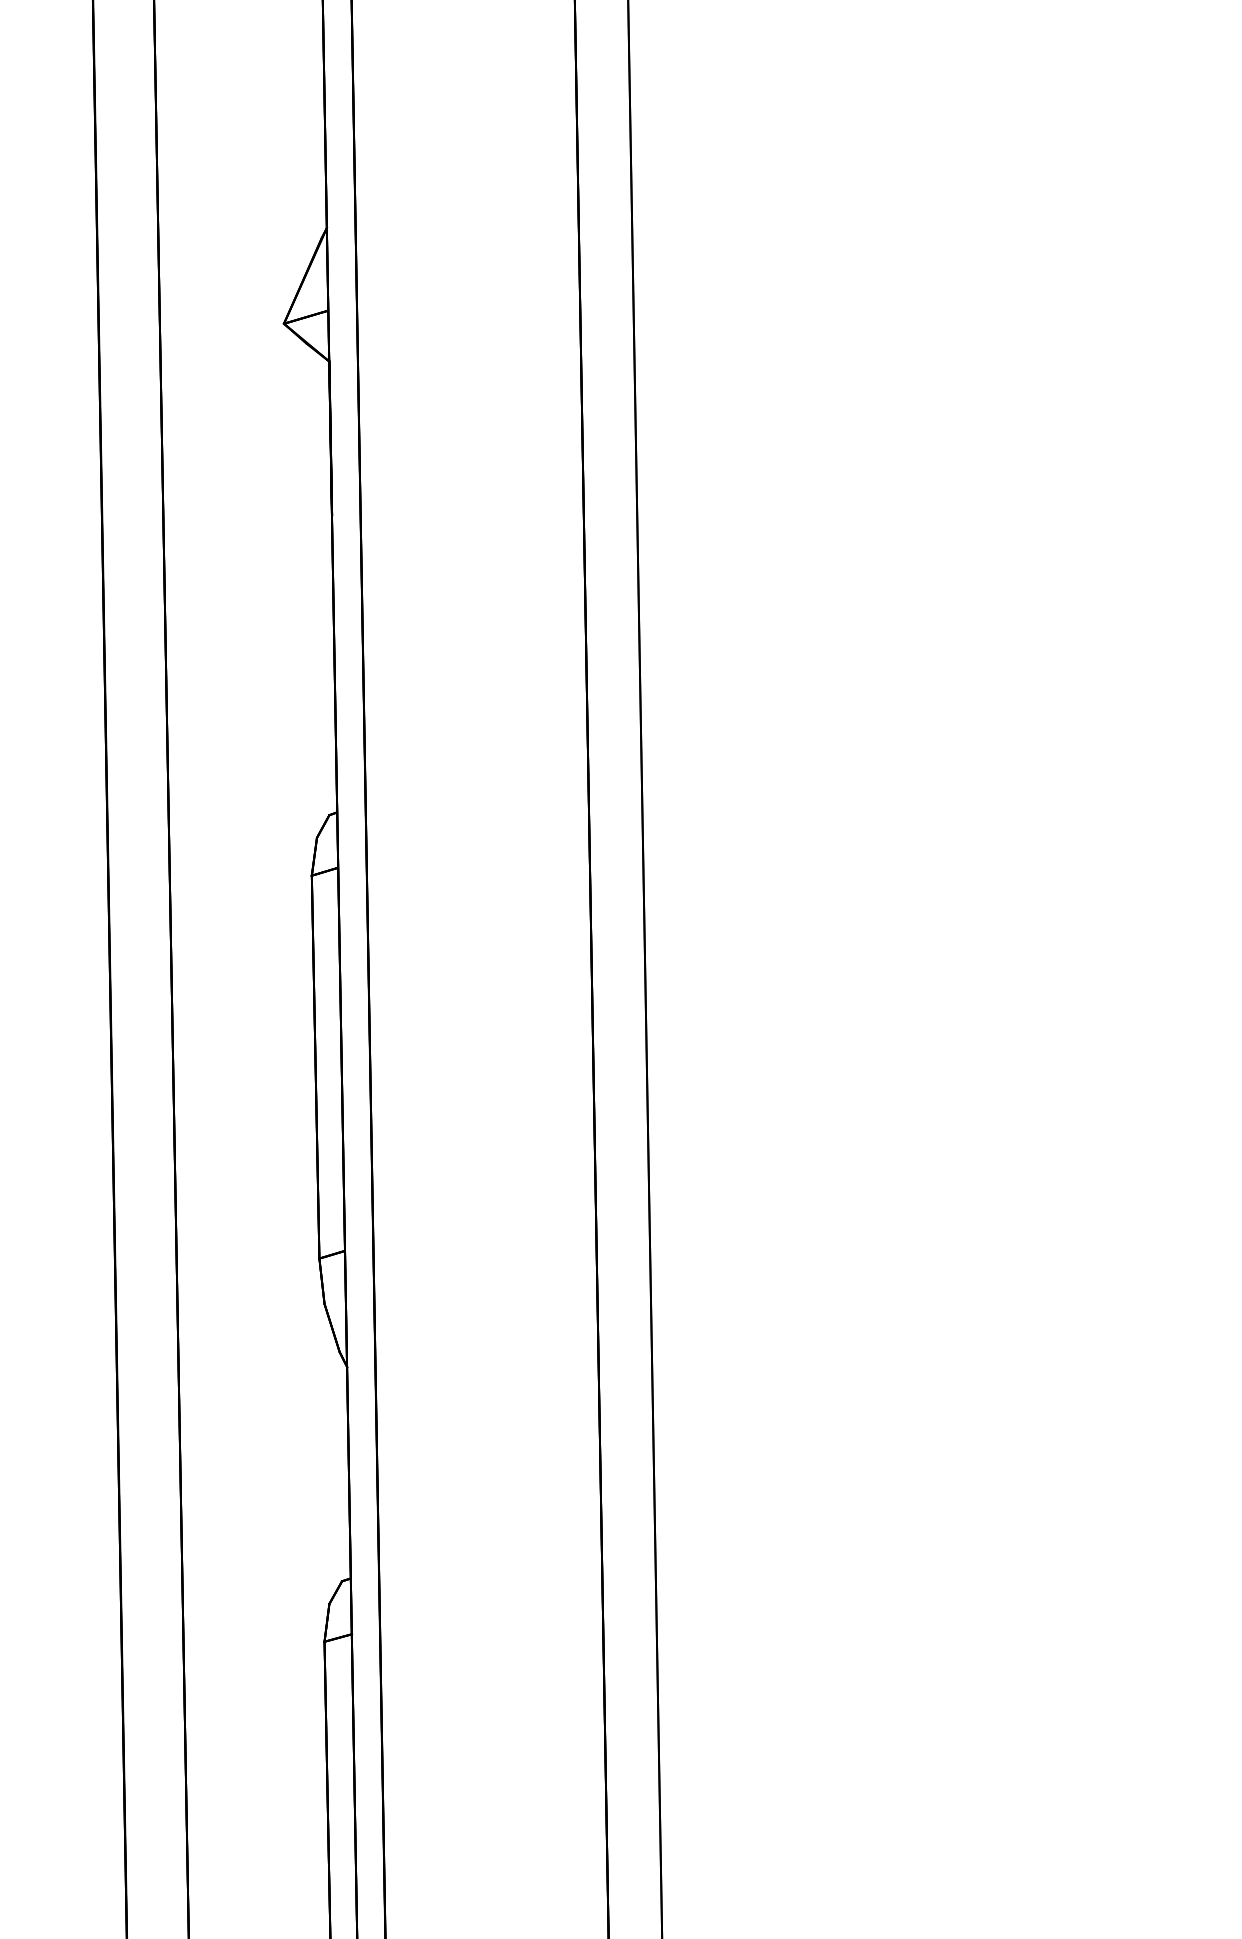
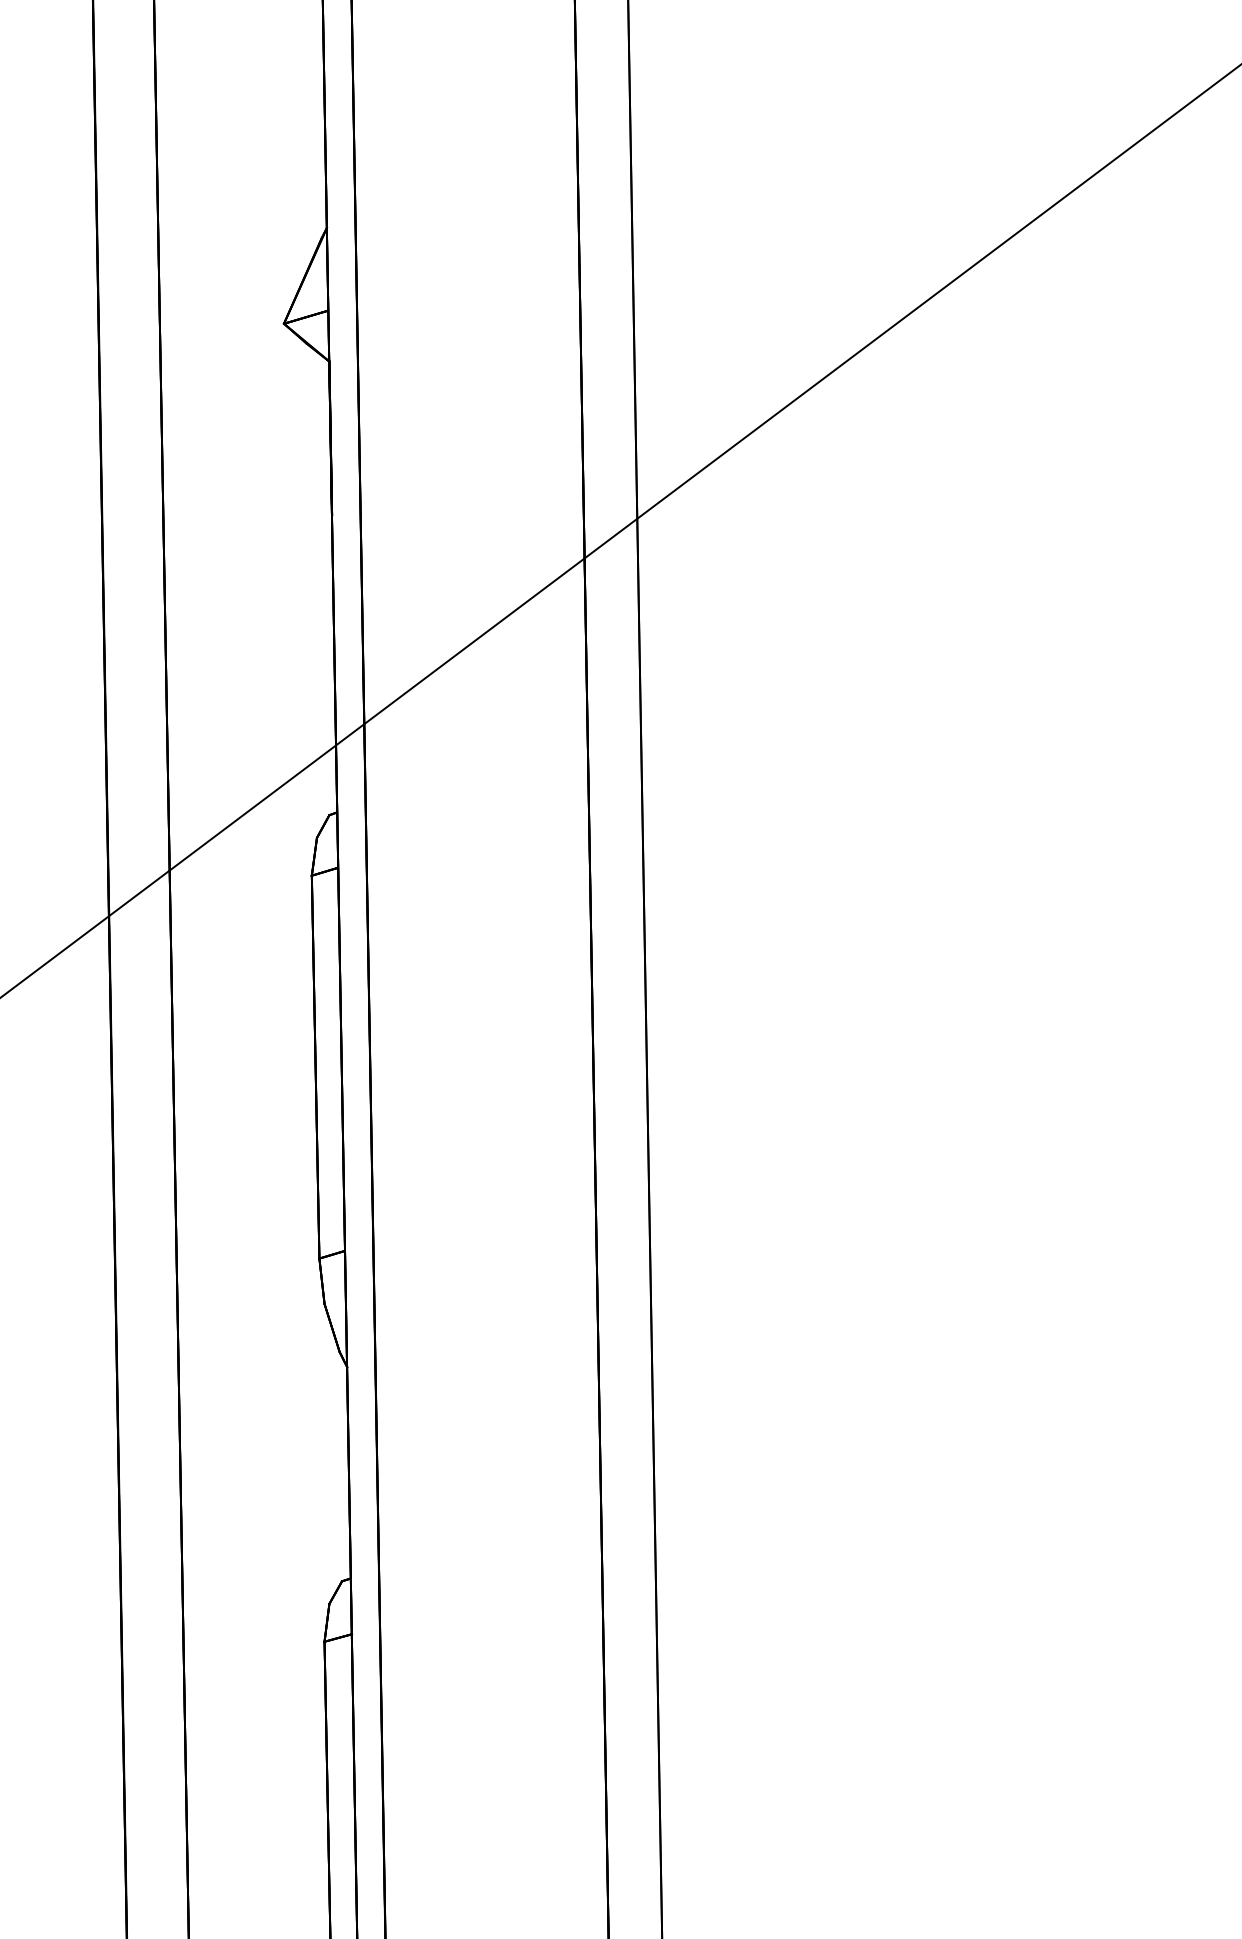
line at (620, 531): none -> present
